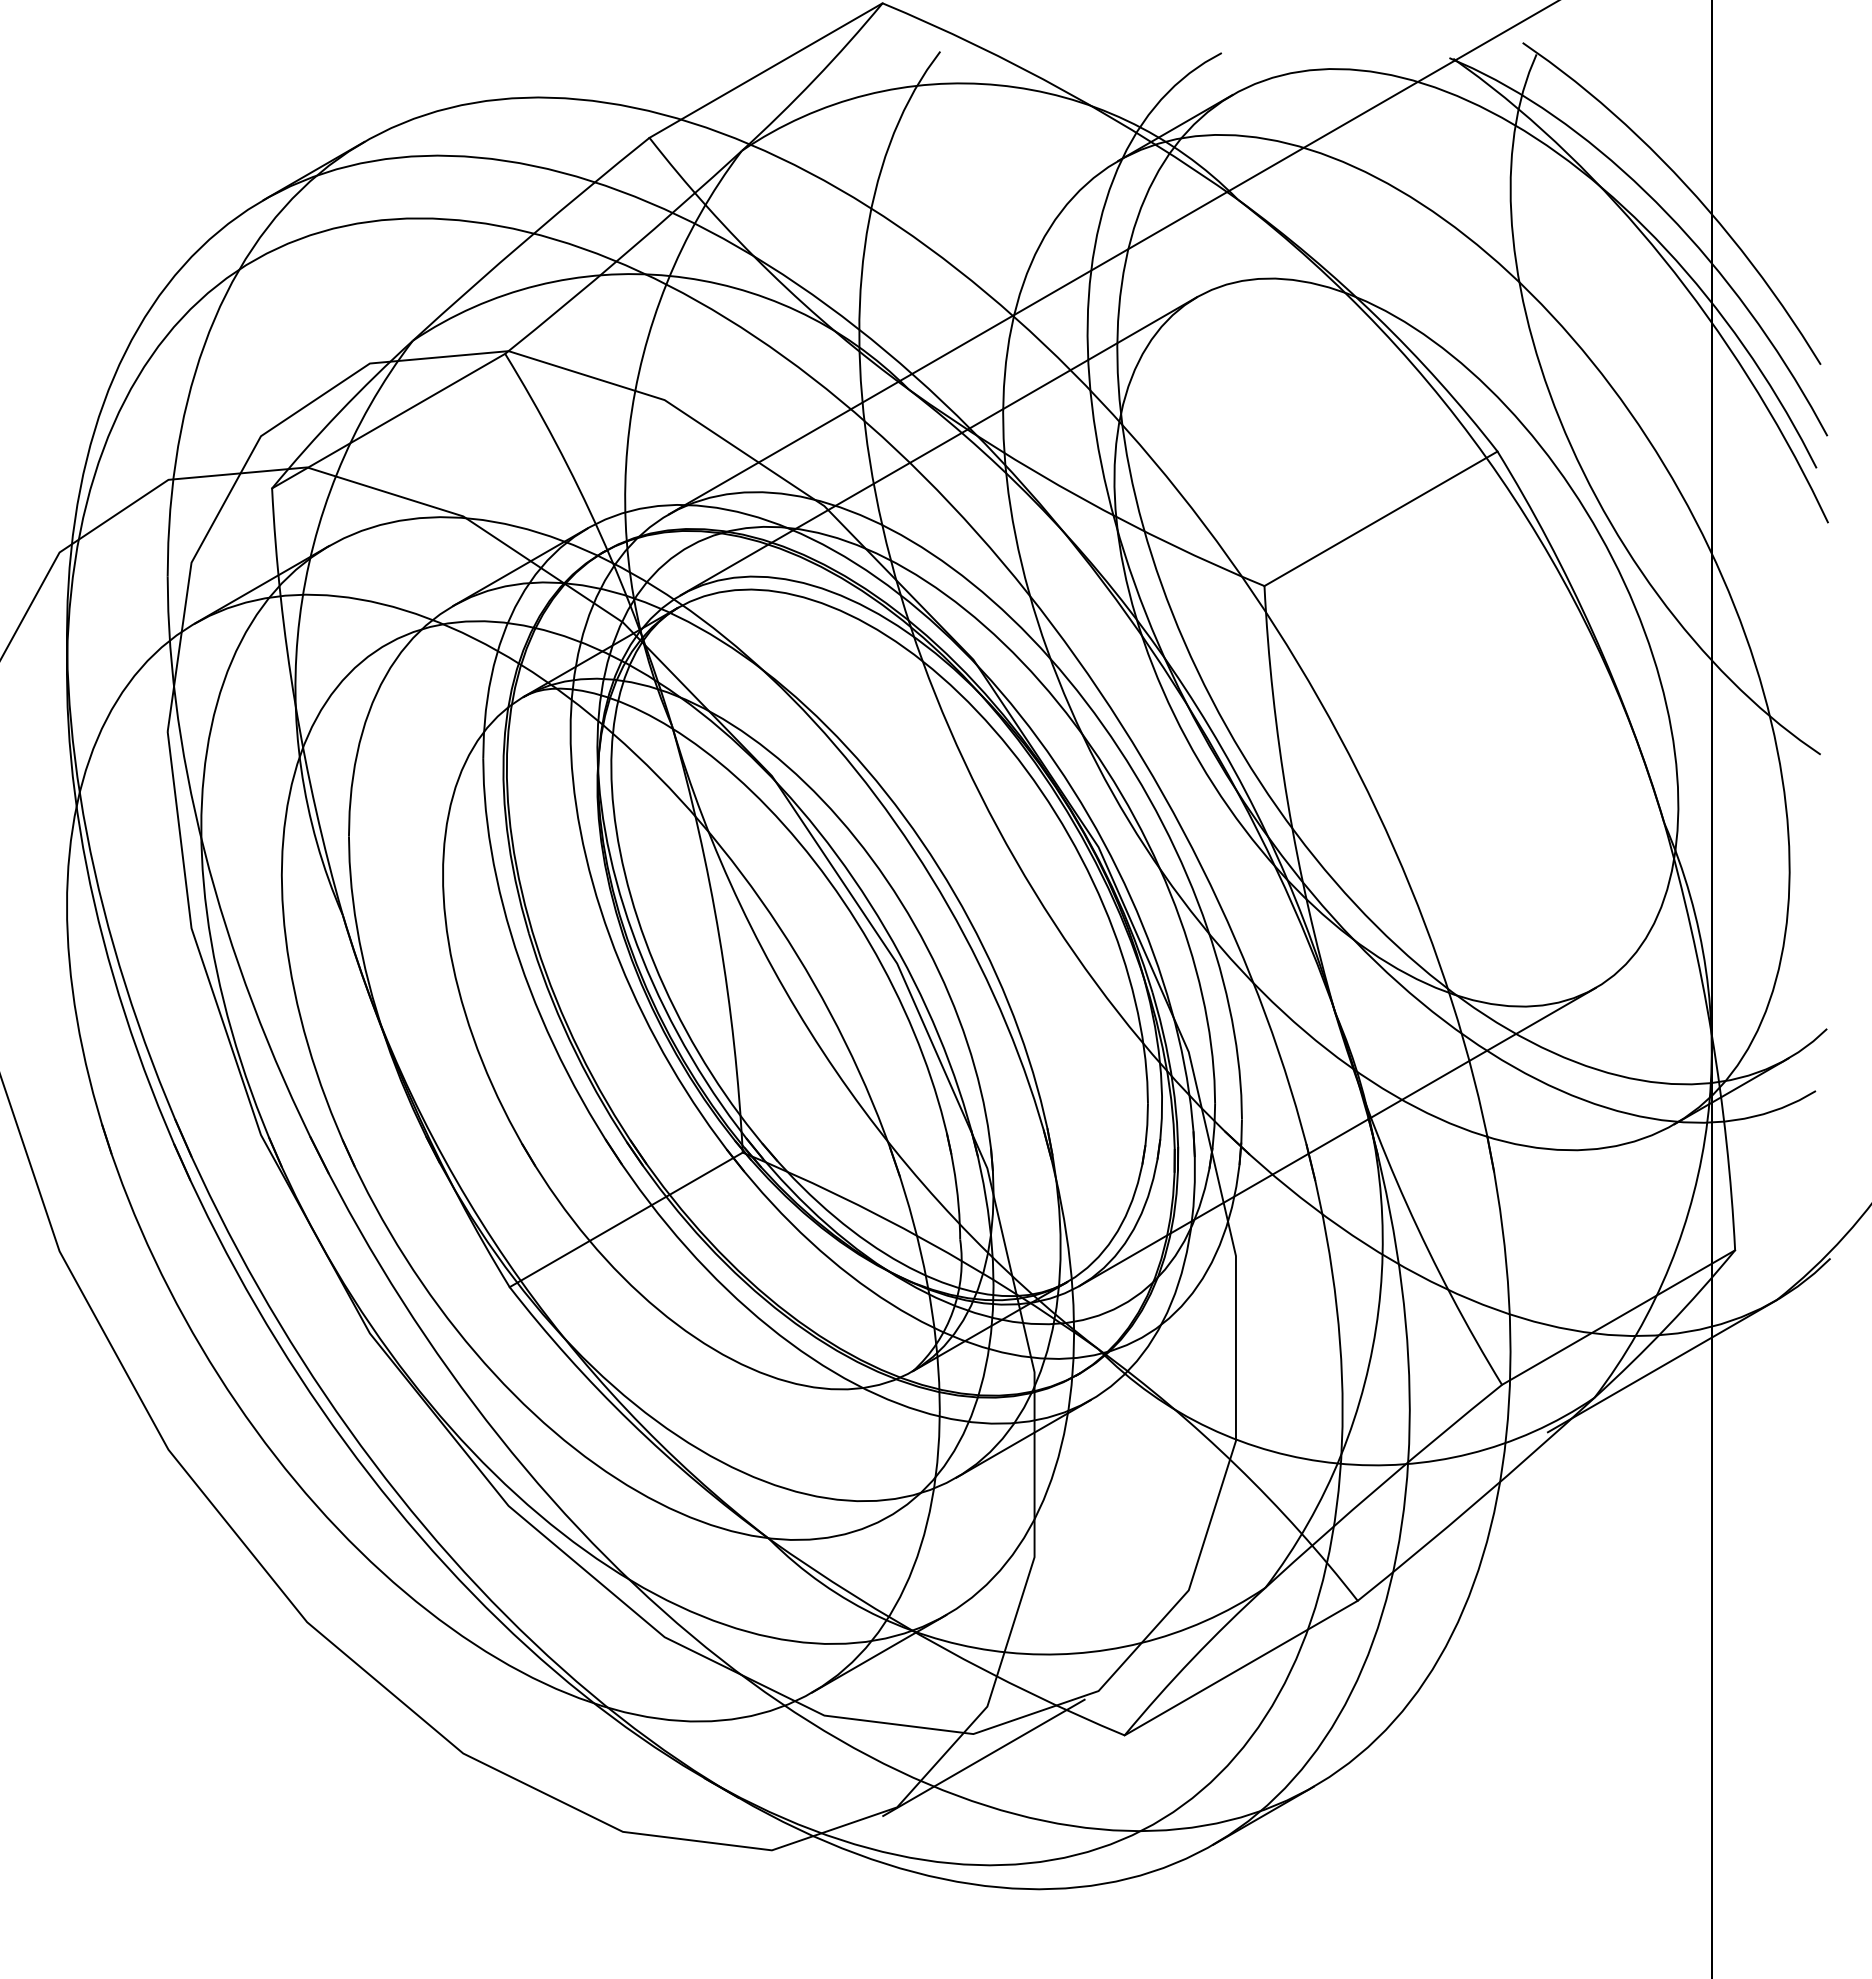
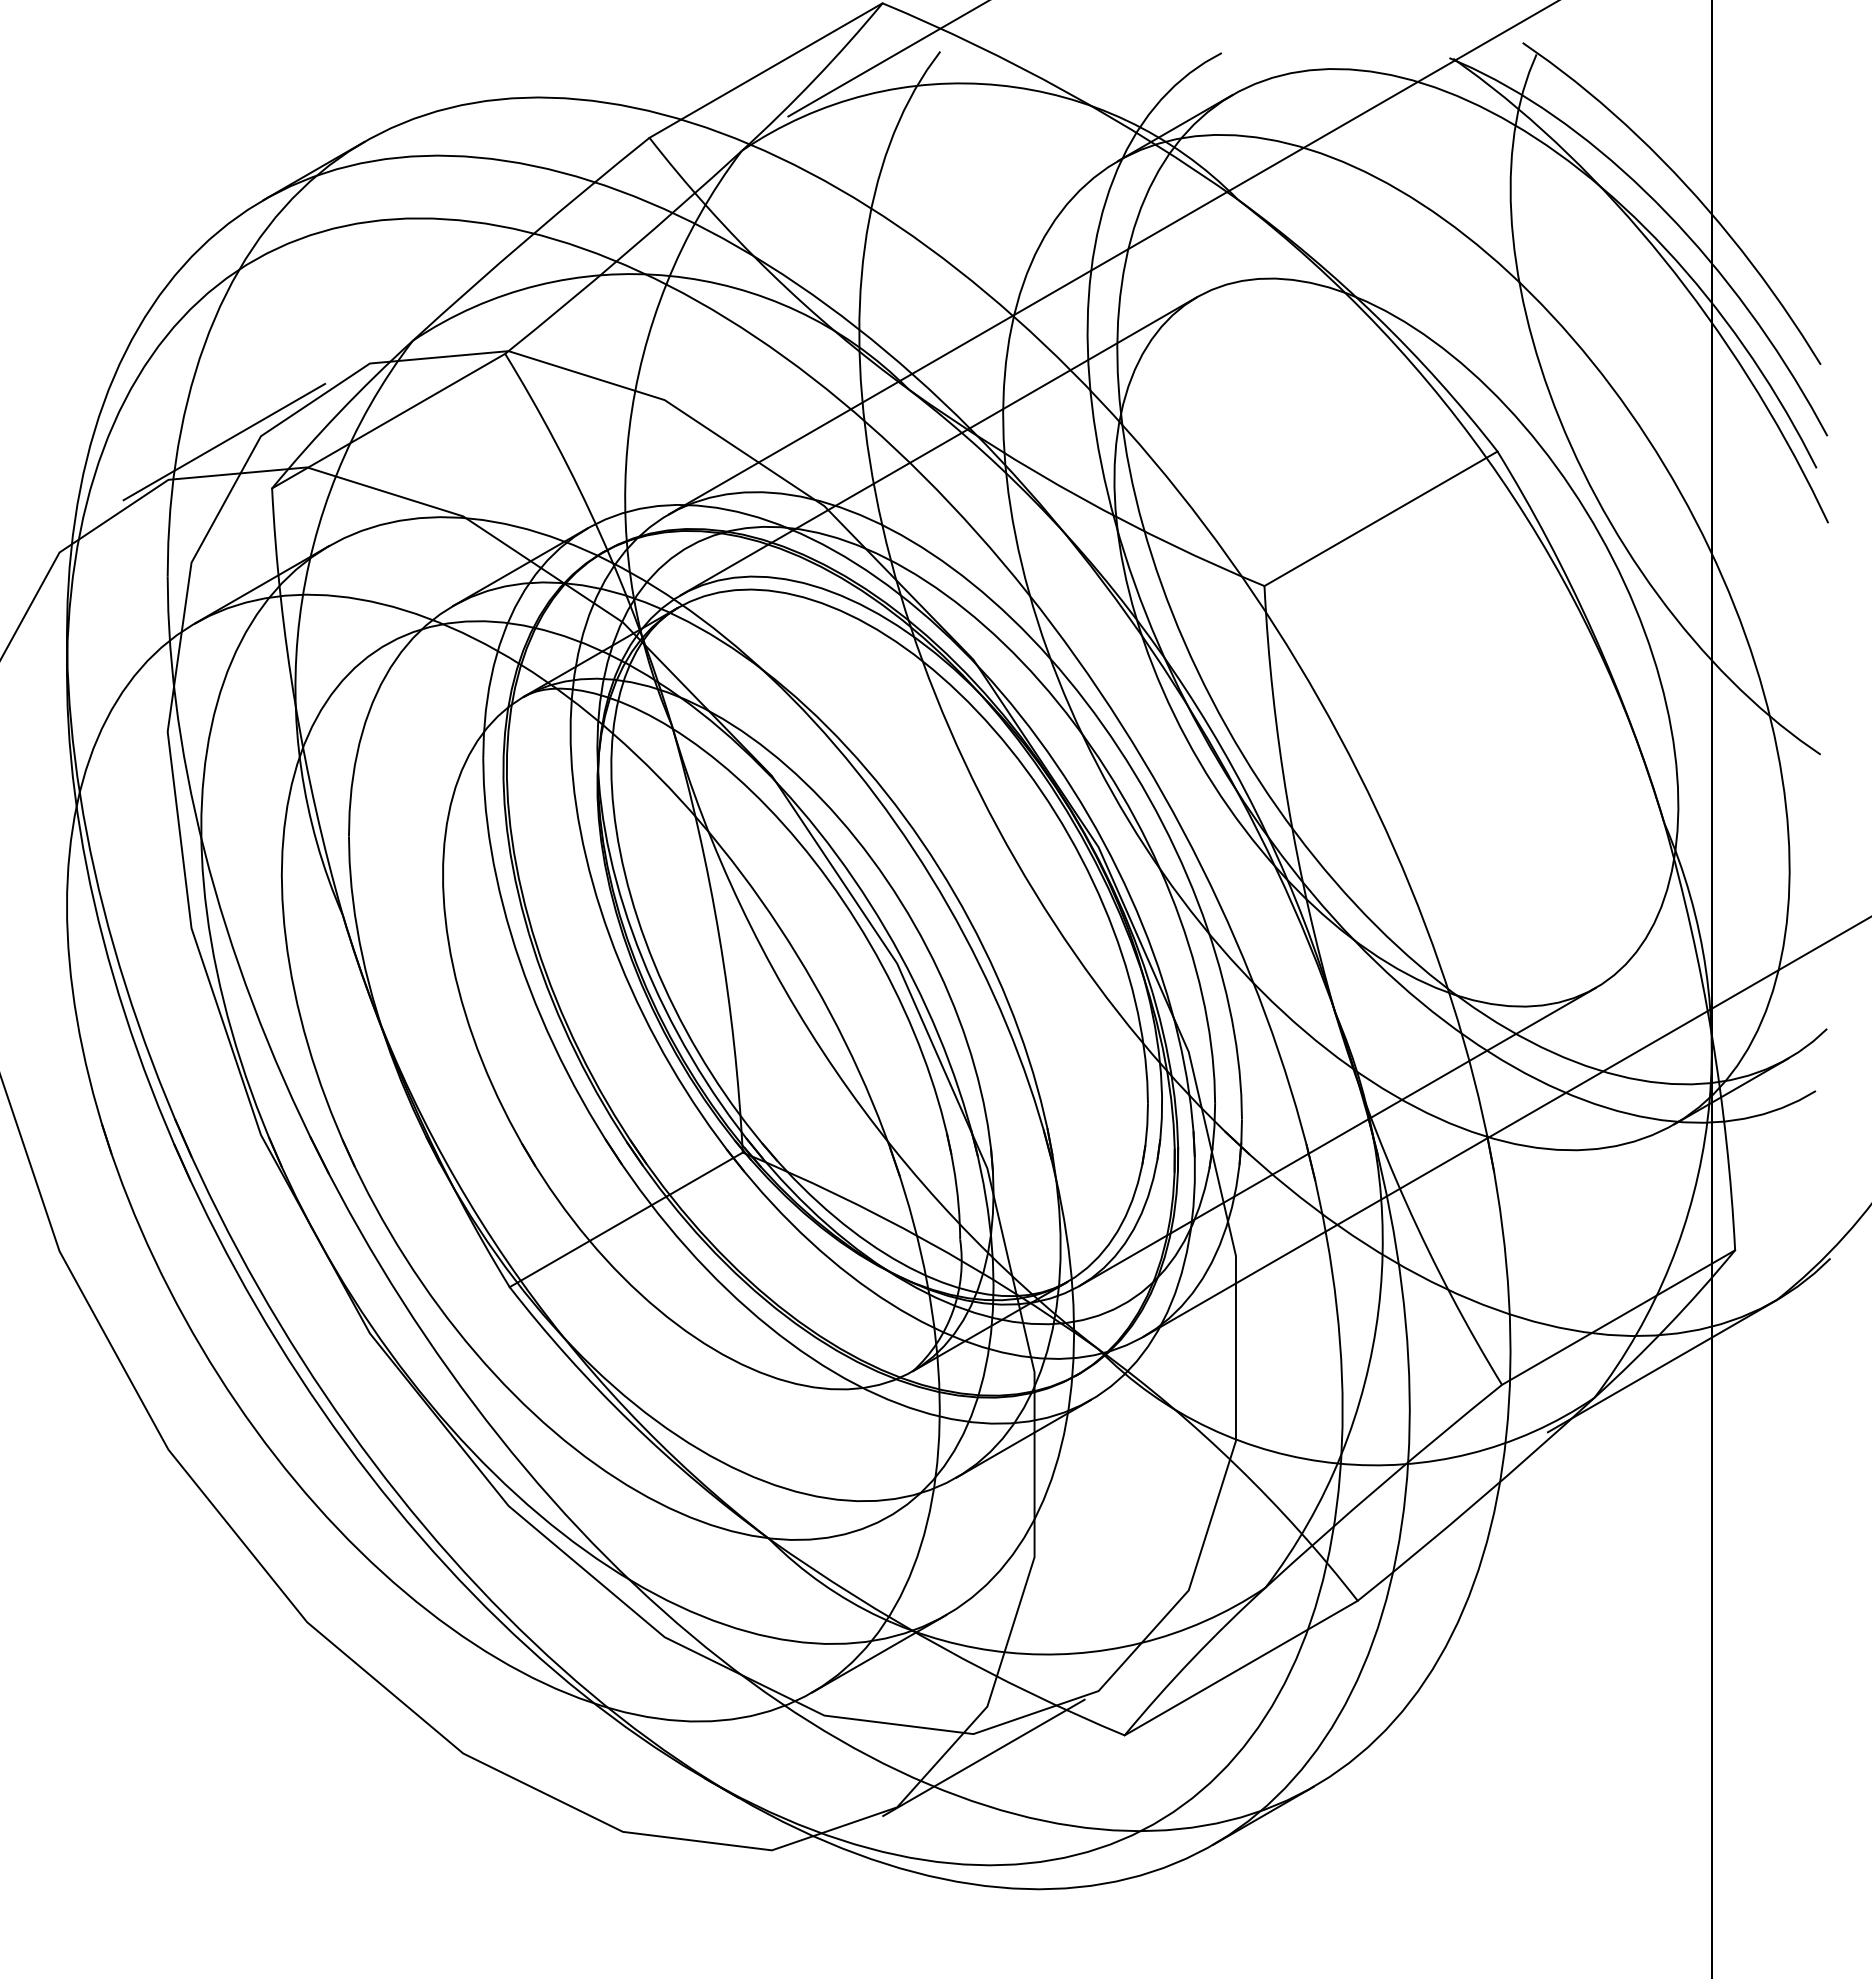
line at (887, 59): none -> present
line at (224, 441): none -> present
line at (1505, 1127): none -> present
